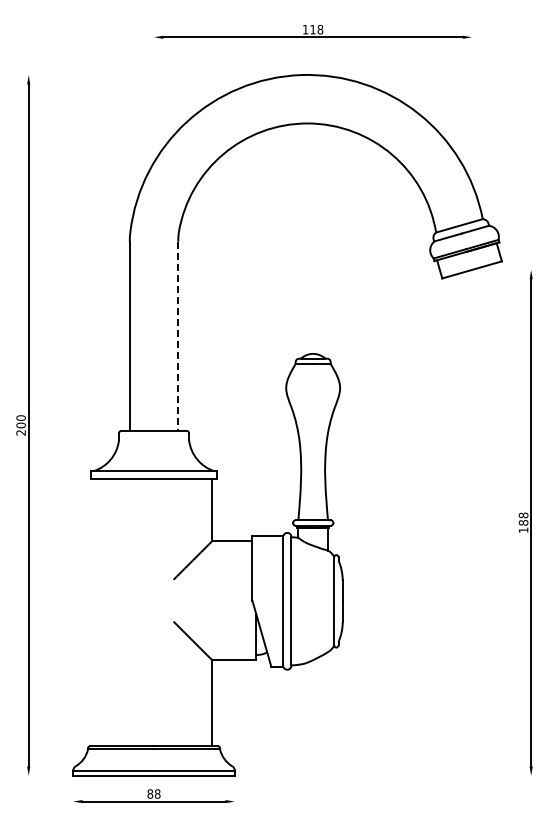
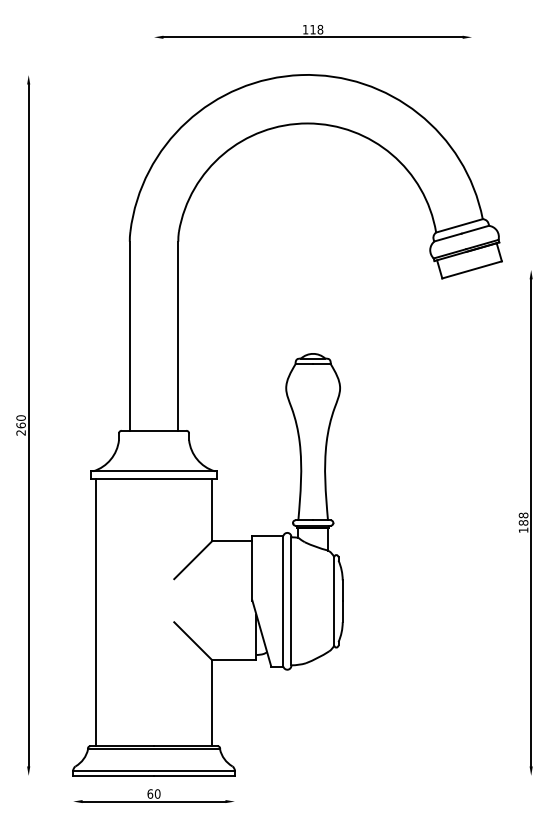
line at (178, 336): dashed -> solid
text at (20, 425): 200 -> 260
line at (96, 612): none -> present
text at (153, 793): 88 -> 60
